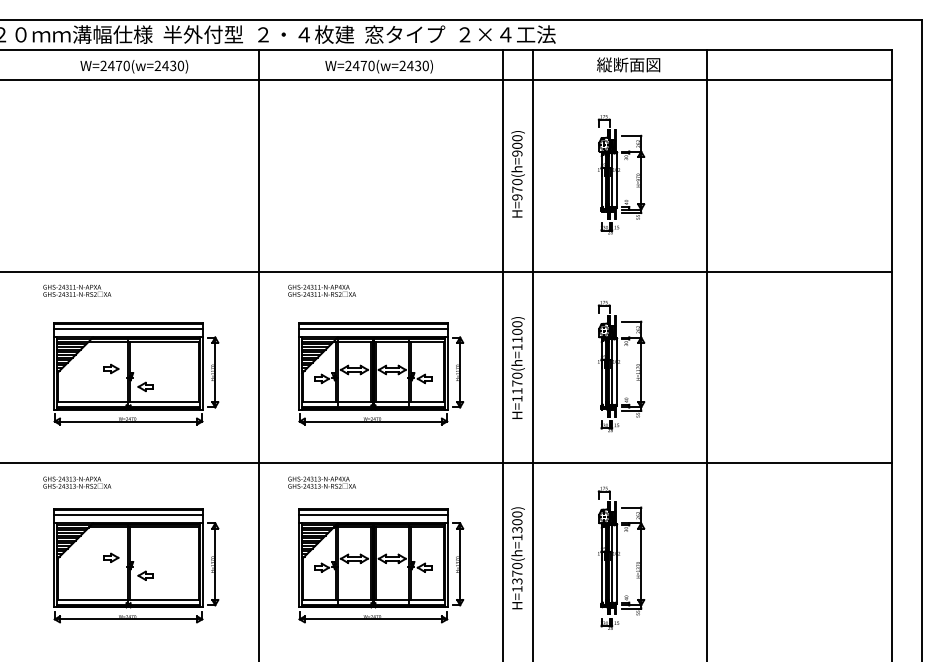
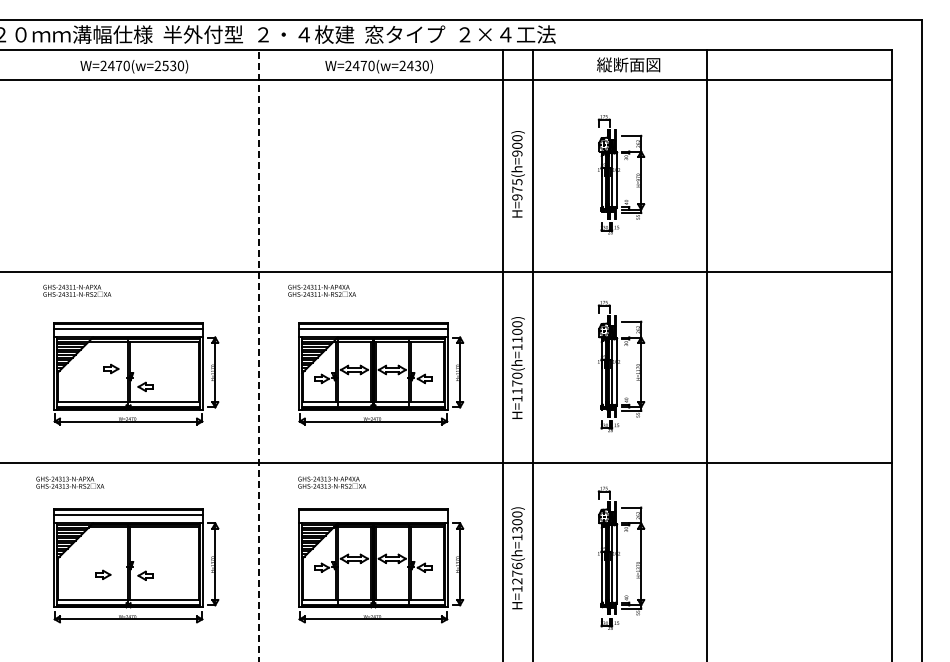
text at (165, 65): W=2470(w=2430) -> W=2470(w=2530)
text at (517, 181): H=970(h=900) -> H=975(h=900)
line at (258, 355): solid -> dashed
text at (77, 482) position: (77, 482) -> (70, 482)
text at (321, 482) position: (321, 482) -> (331, 482)
line at (373, 514): present -> none
part at (111, 557) position: (111, 557) -> (103, 574)
text at (517, 573): H=1370(h=1300) -> H=1276(h=1300)
